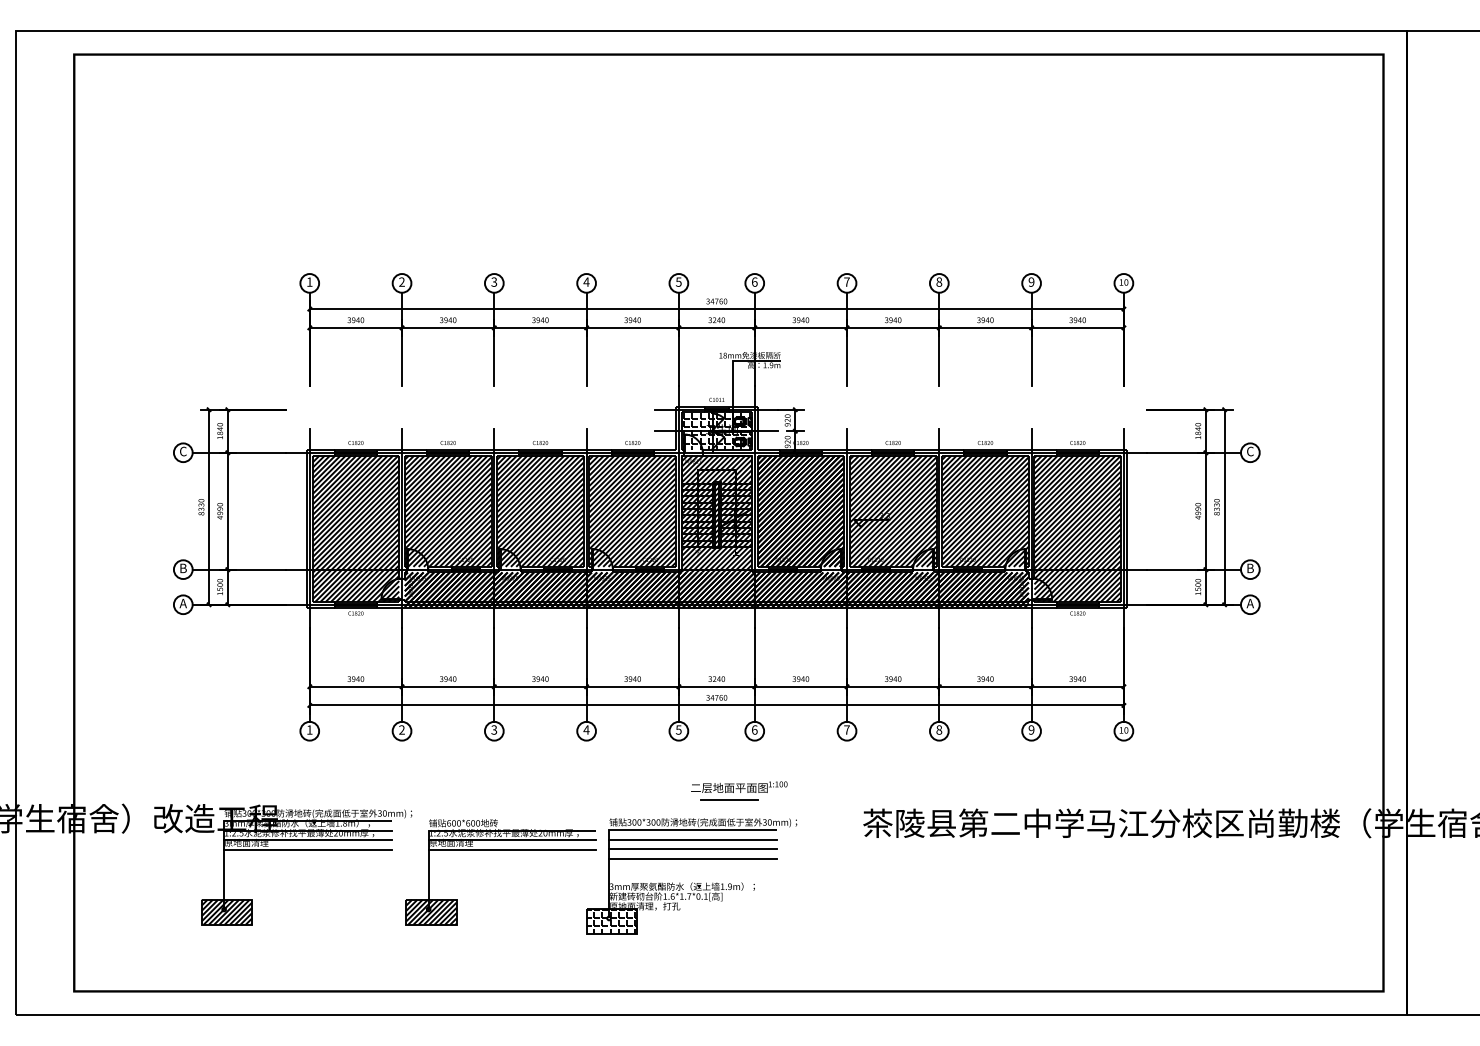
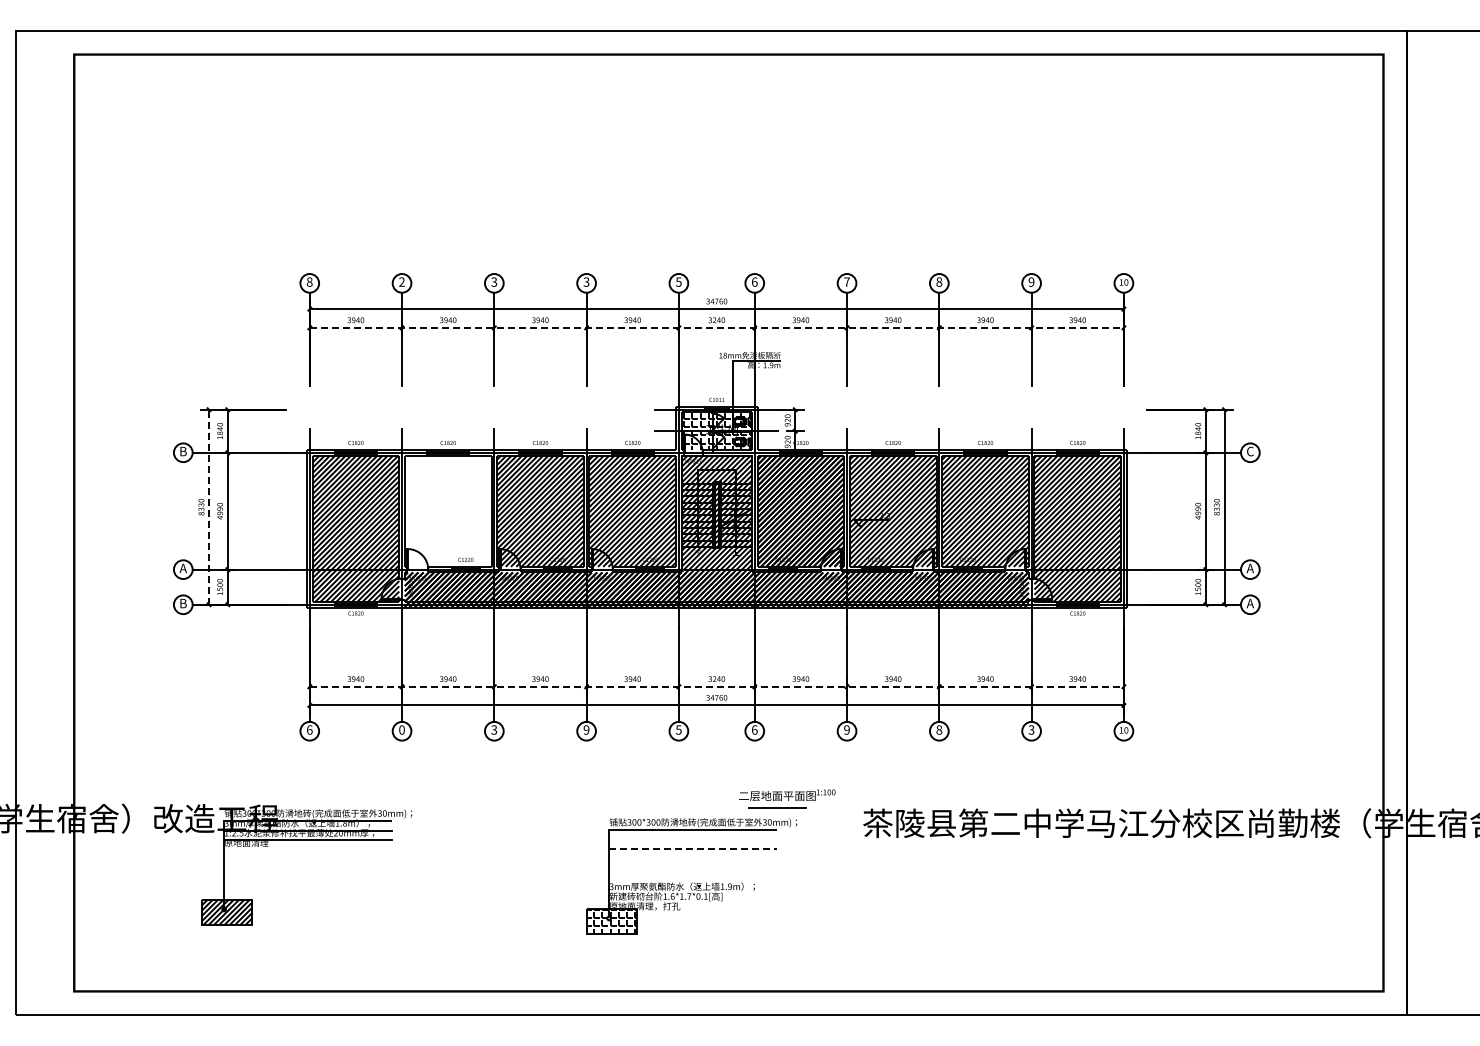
text at (309, 281): 1 -> 8
text at (586, 281): 4 -> 3
line at (717, 327): solid -> dashed
text at (183, 451): C -> B
line at (209, 507): solid -> dashed
hatch at (447, 510): present -> none
text at (182, 568): B -> A
text at (1249, 568): B -> A
text at (182, 603): A -> B
line at (717, 686): solid -> dashed
text at (309, 729): 1 -> 6
text at (401, 729): 2 -> 0
text at (586, 729): 4 -> 9
text at (846, 729): 7 -> 9
text at (1031, 729): 9 -> 3
part at (739, 790) position: (739, 790) -> (787, 798)
line at (692, 839): present -> none
line at (692, 849): solid -> dashed
line at (307, 850): present -> none
part at (500, 850): present -> none
line at (692, 859): present -> none
